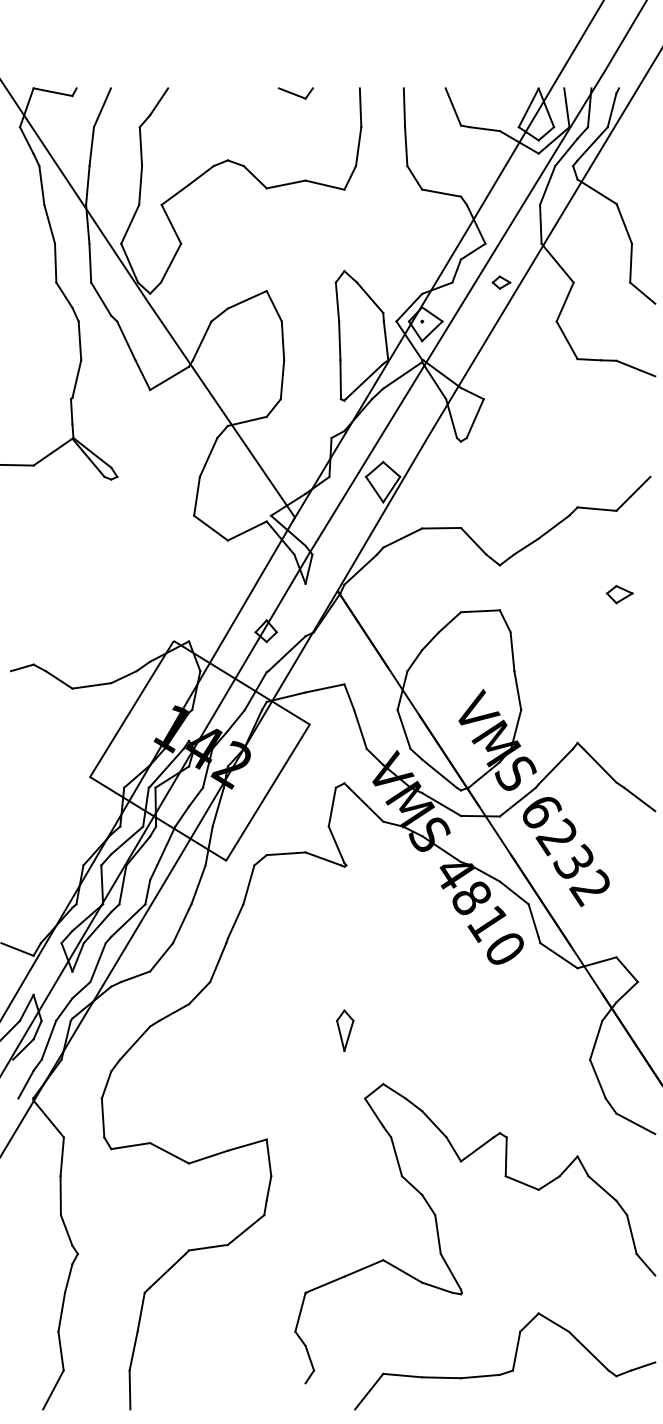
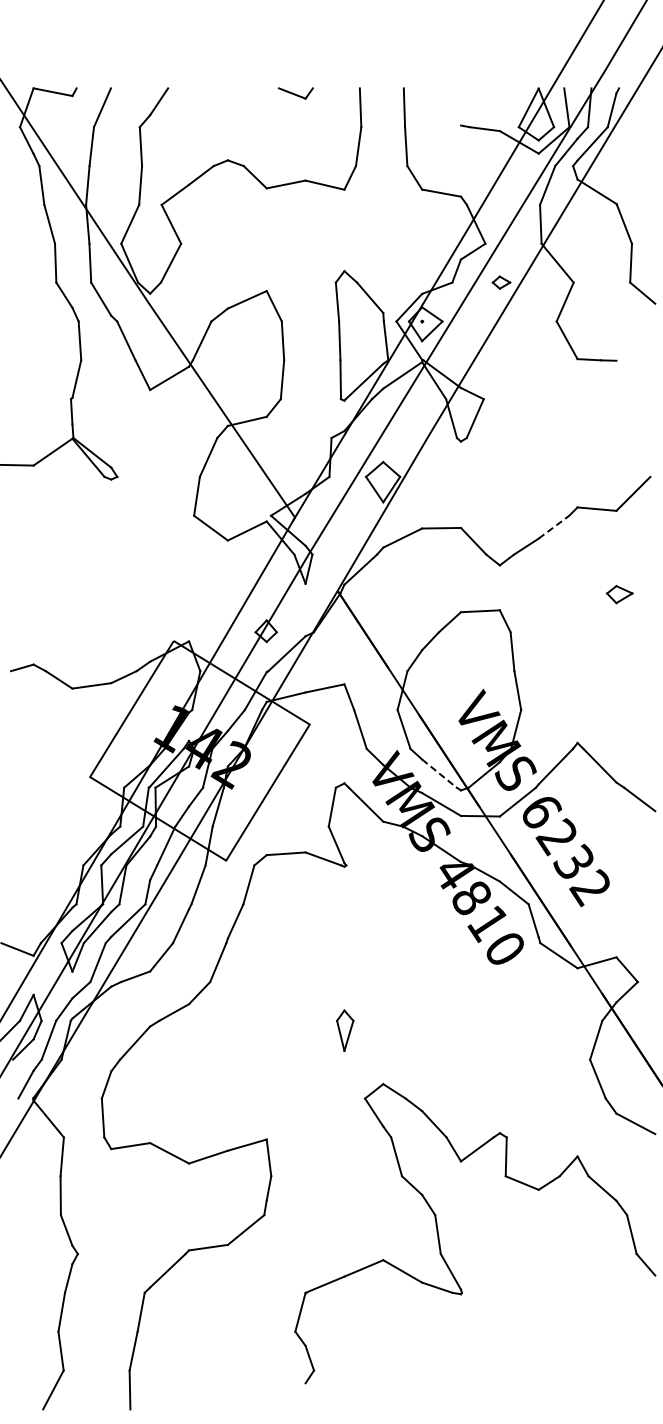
line at (453, 106): present -> none
line at (635, 368): present -> none
line at (554, 526): solid -> dashed
line at (439, 773): solid -> dashed
part at (513, 1361): present -> none
